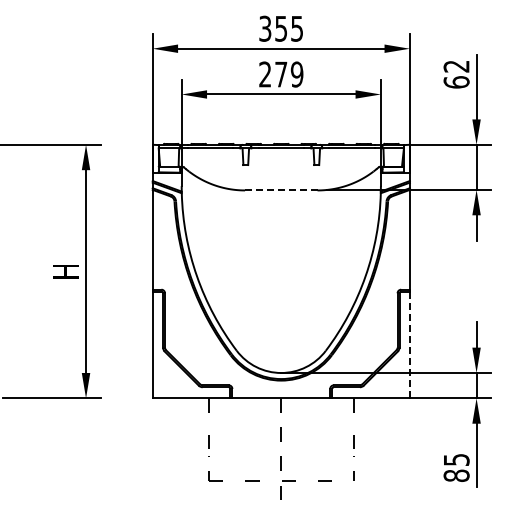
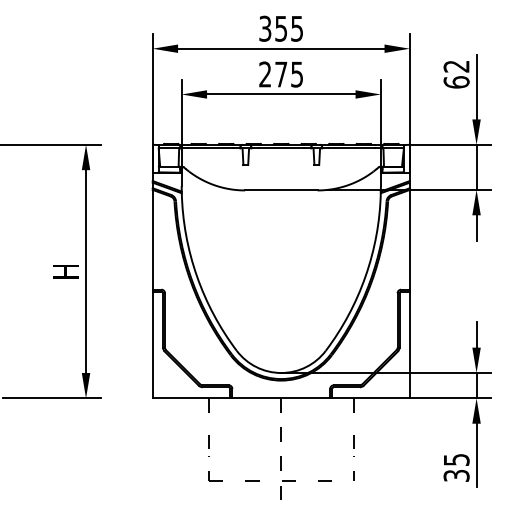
text at (296, 74): 279 -> 275
line at (280, 190): dashed -> solid
line at (409, 345): dashed -> solid
text at (456, 475): 85 -> 35
